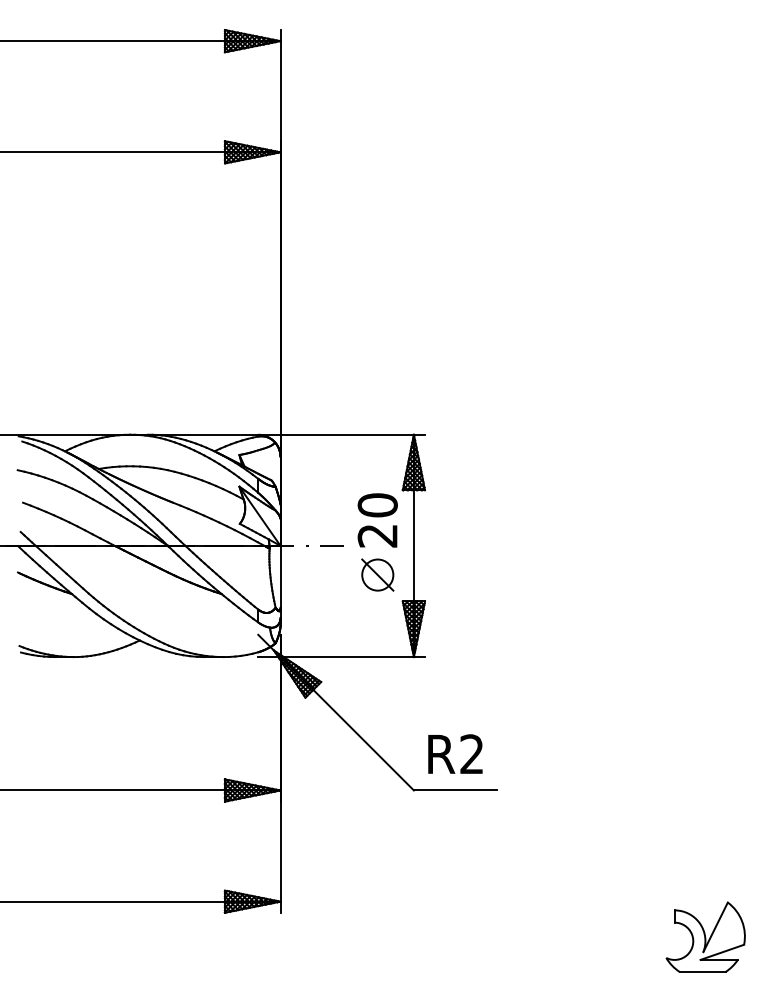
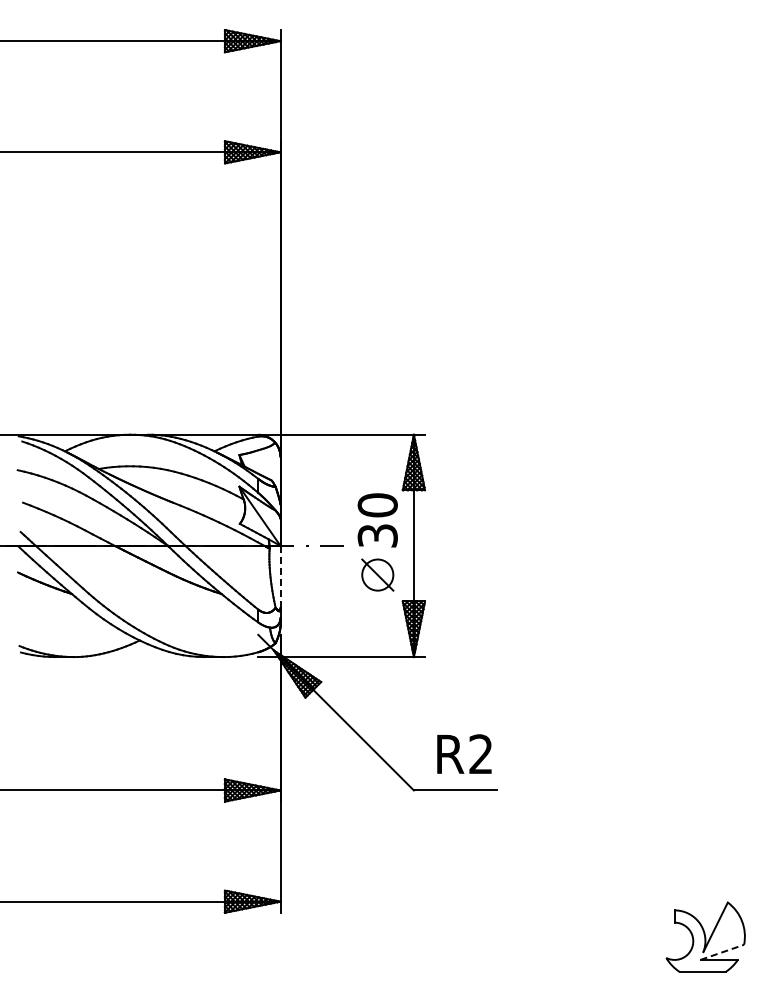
text at (377, 535): 20 -> 30
line at (280, 576): solid -> dashed
text at (455, 753) position: (455, 753) -> (464, 753)
line at (722, 952): solid -> dashed
